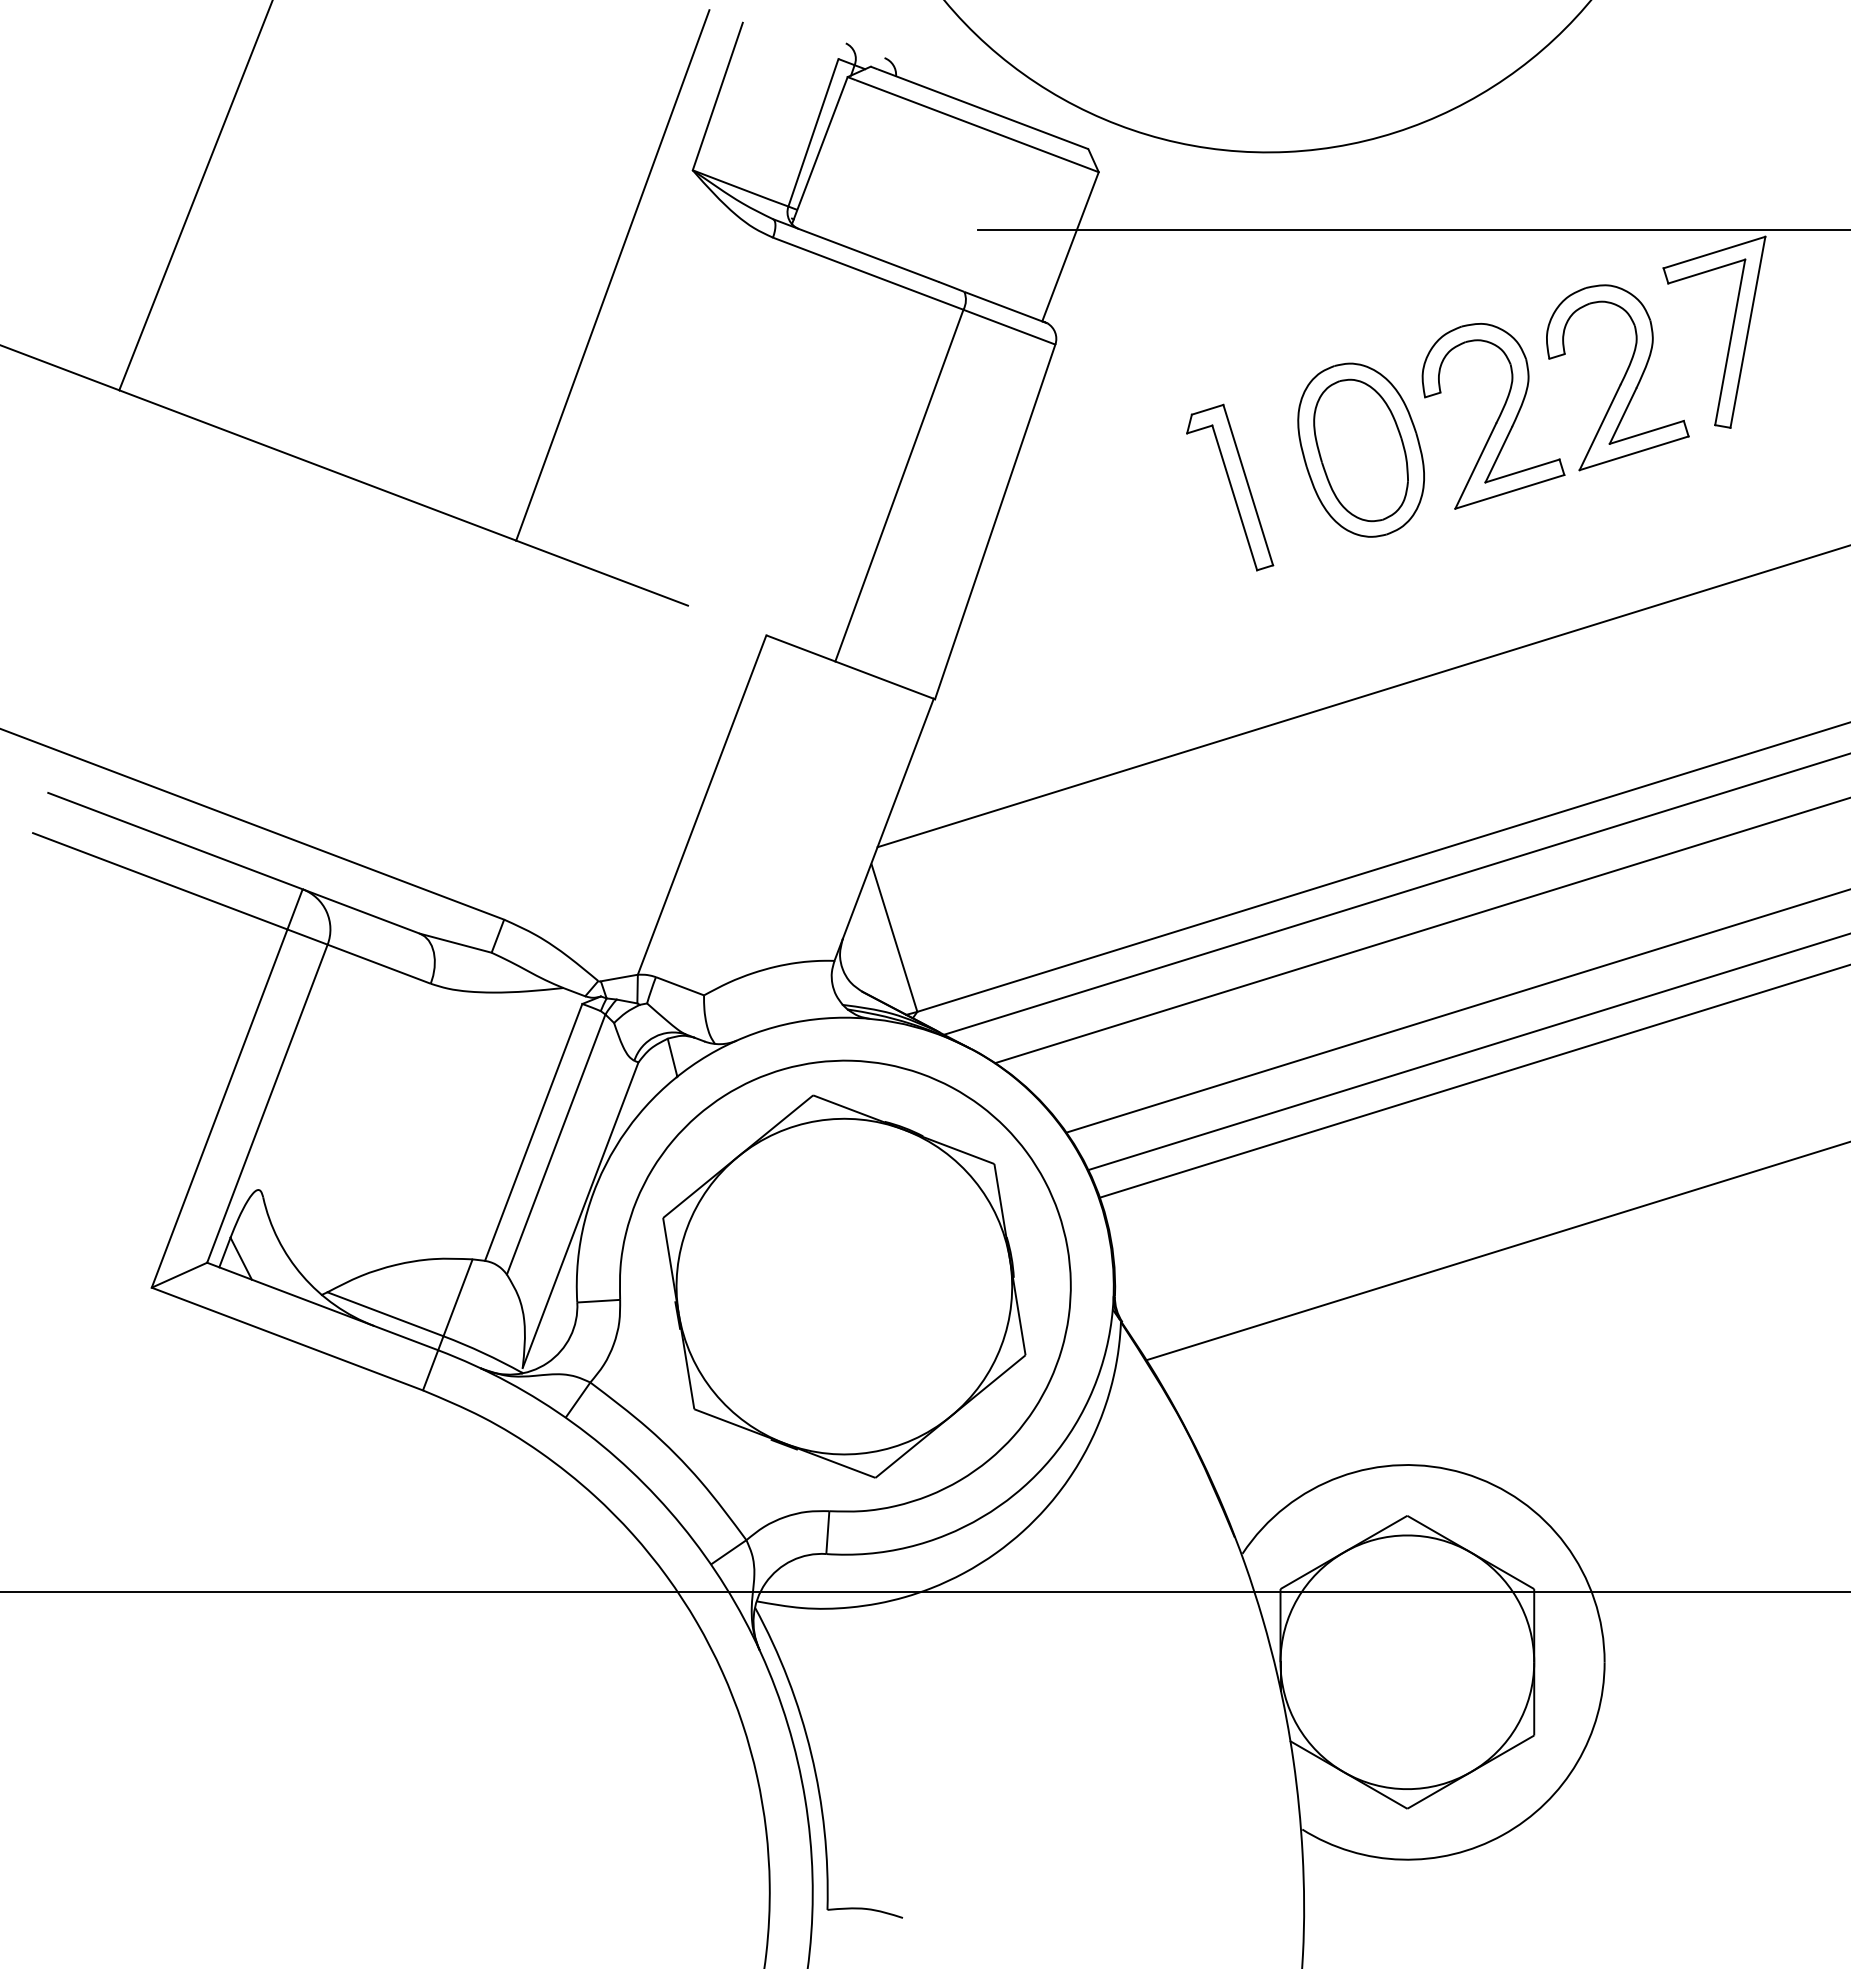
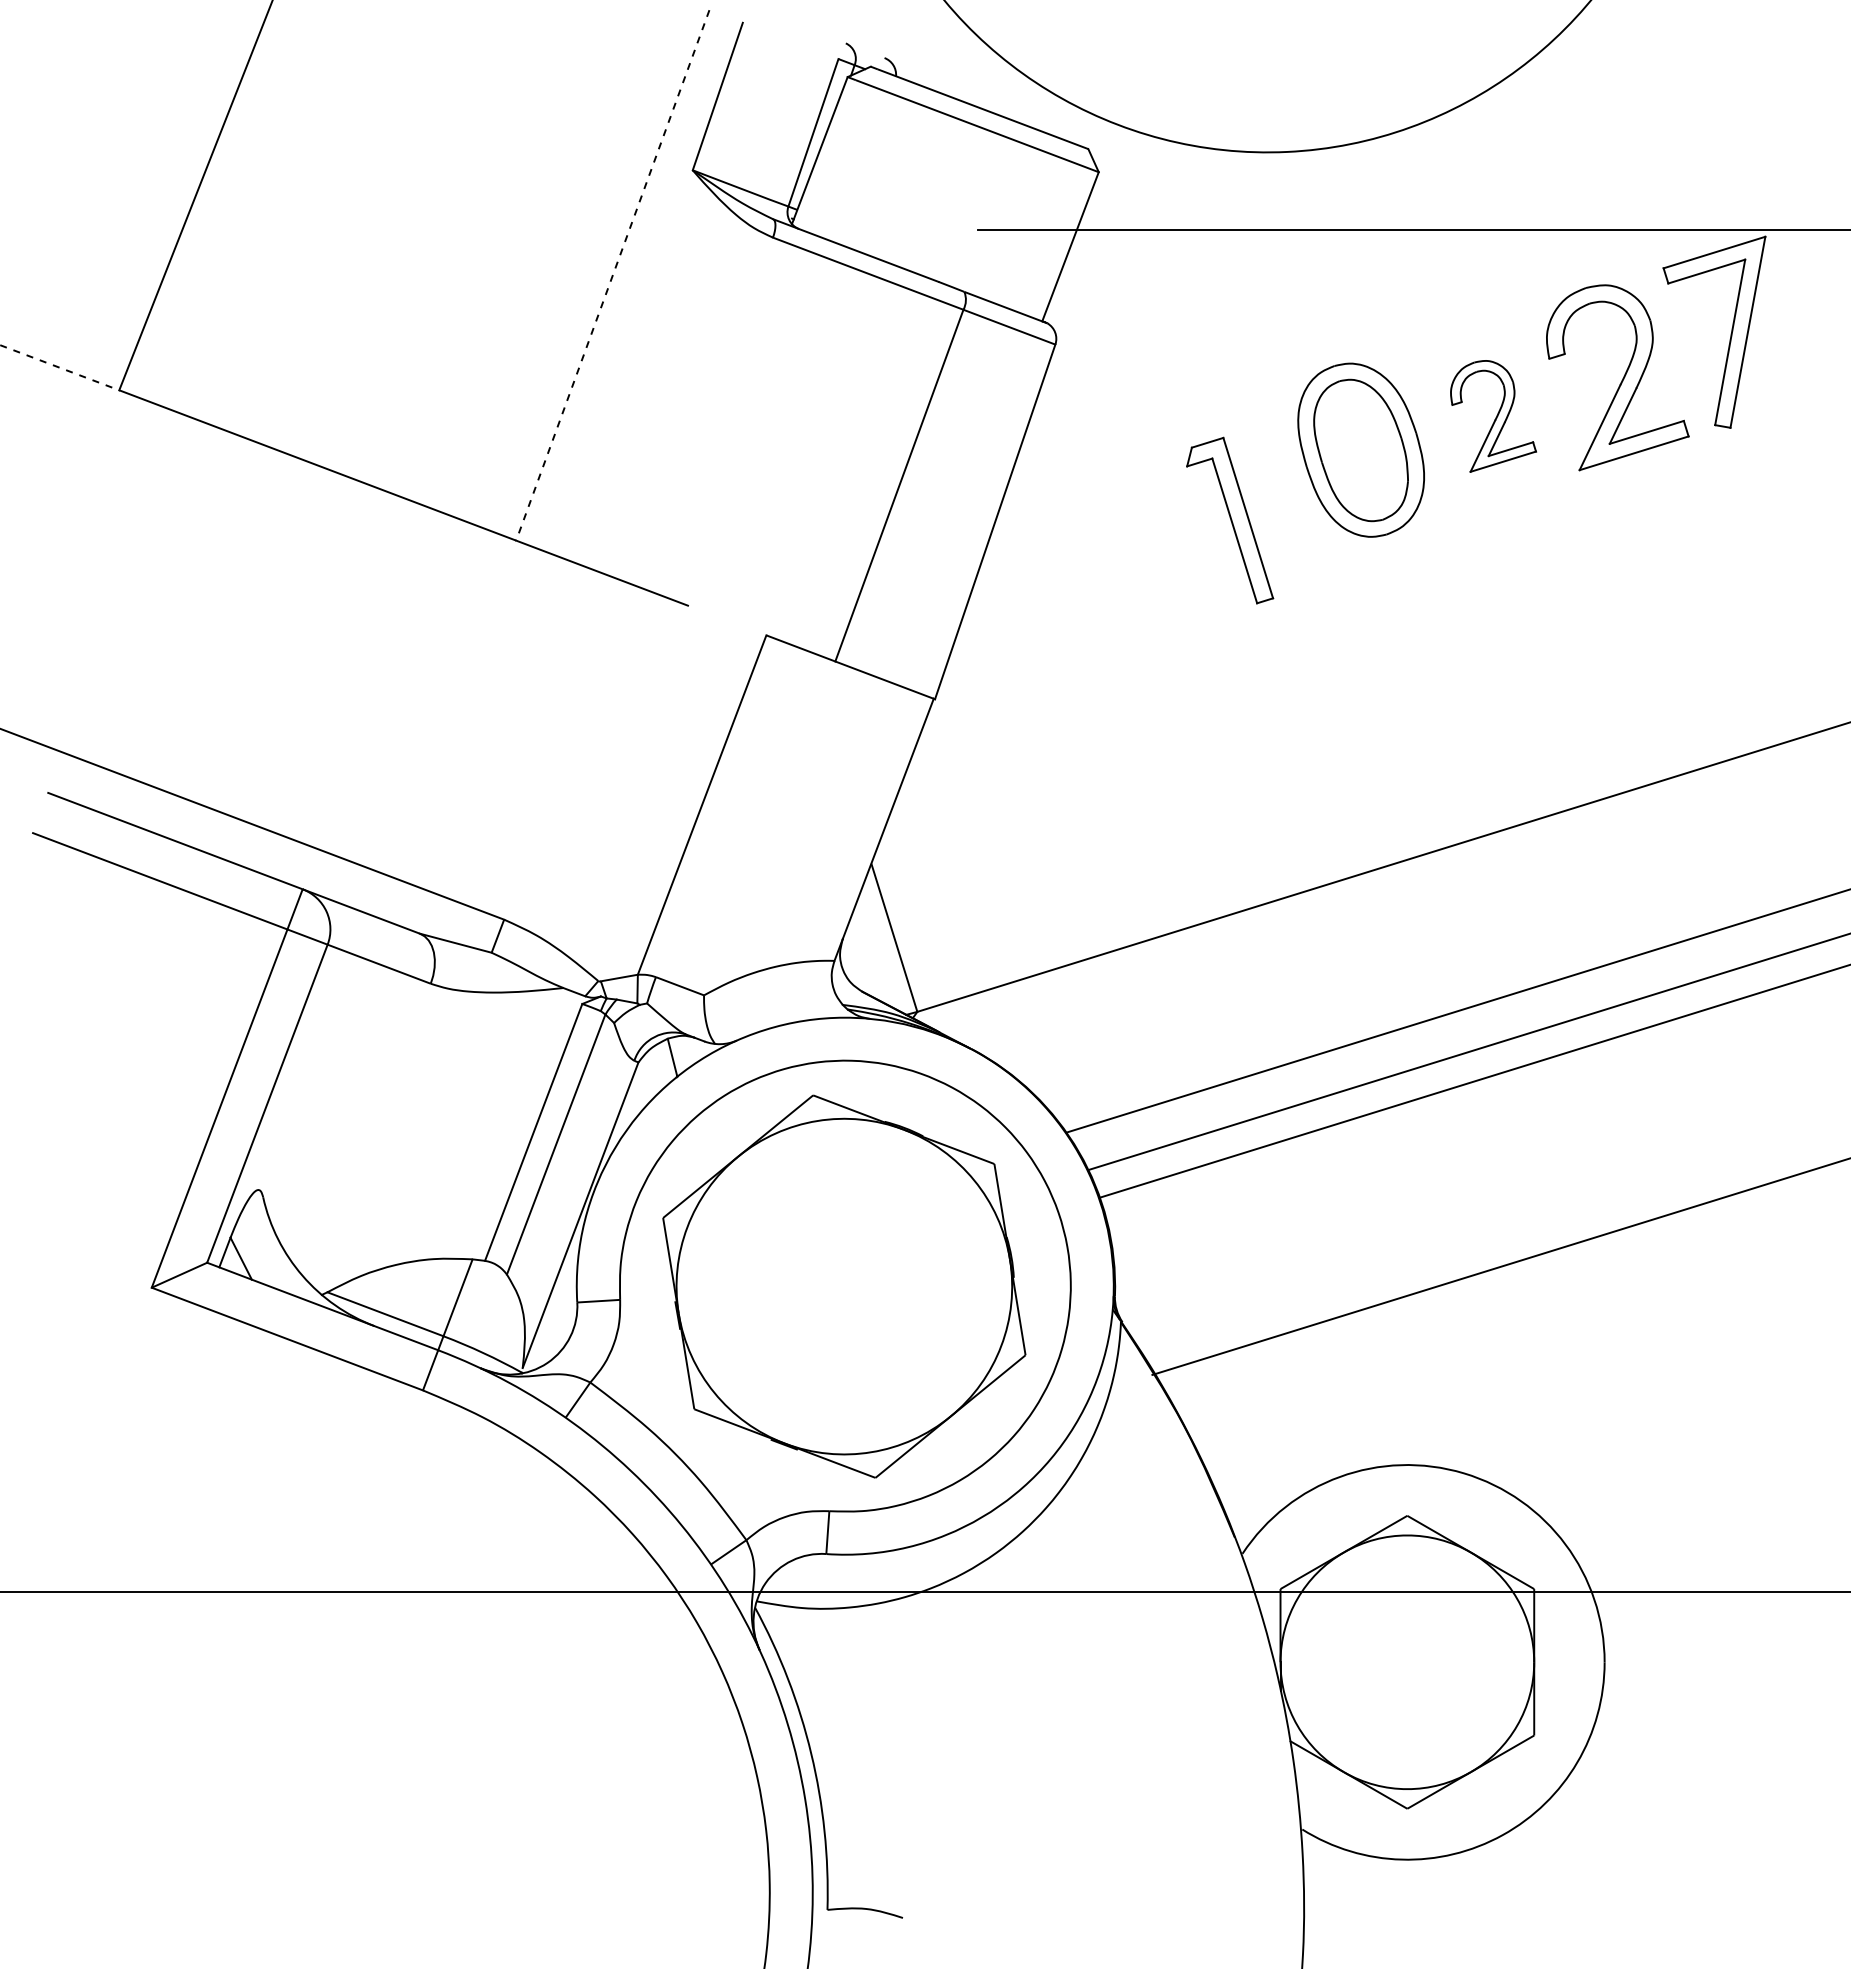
line at (612, 275): solid -> dashed
line at (60, 368): solid -> dashed
part at (1493, 416) size: 145x187 px -> 87x113 px
part at (1230, 487) position: (1230, 487) -> (1230, 520)
line at (1362, 696): present -> none
line at (1395, 894): present -> none
line at (1421, 930): present -> none
line at (1497, 1250) position: (1497, 1250) -> (1499, 1266)
